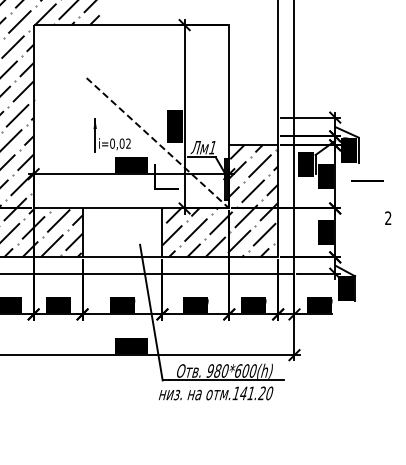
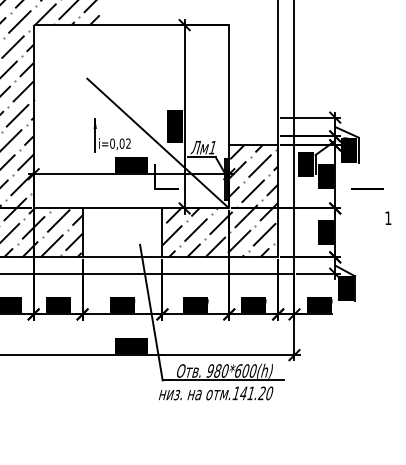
line at (157, 143): dashed -> solid
line at (367, 180) position: (367, 180) -> (367, 188)
text at (388, 217): 2 -> 1
